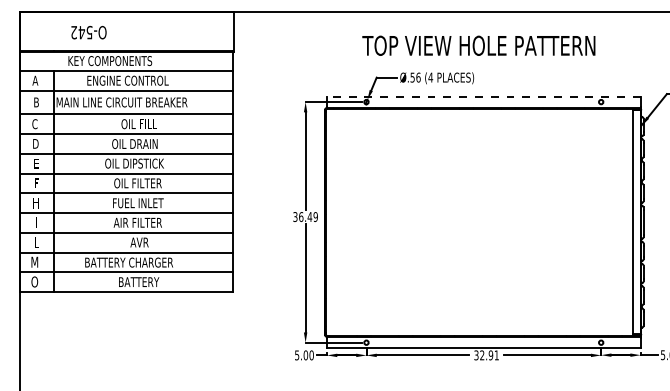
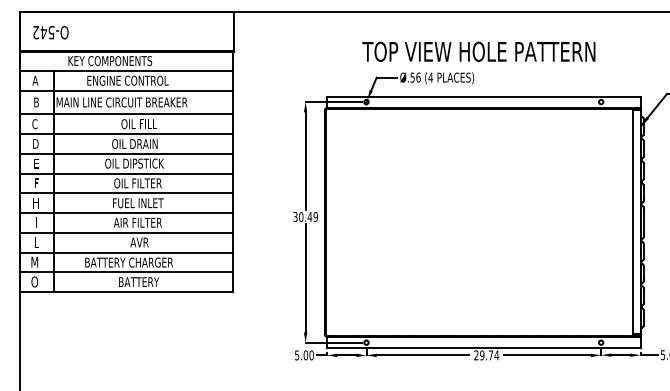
text at (88, 32) position: (88, 32) -> (50, 32)
text at (478, 45) position: (478, 45) -> (478, 51)
line at (483, 97): dashed -> solid
text at (301, 216): 36.49 -> 30.49
text at (486, 355): 32.91 -> 29.74
